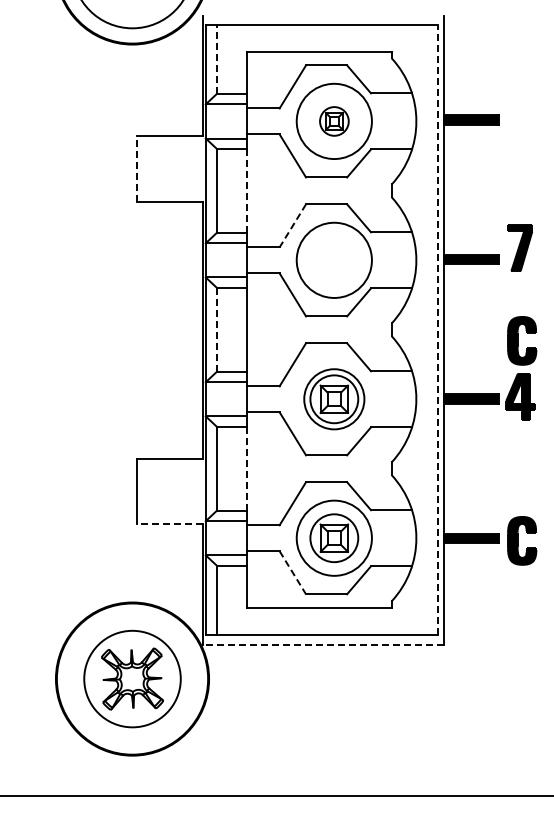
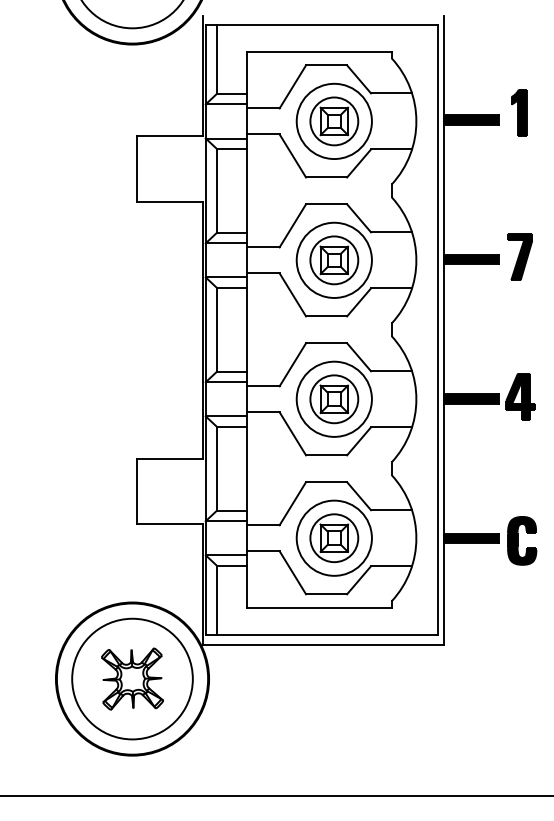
line at (216, 59): dashed -> solid
part at (519, 112): none -> present
part at (334, 121) size: 31x31 px -> 51x51 px
line at (137, 168): dashed -> solid
line at (246, 191): dashed -> solid
line at (292, 226): dashed -> solid
part at (519, 247) position: (519, 247) -> (519, 256)
part at (334, 260): none -> present
line at (216, 329): dashed -> solid
line at (438, 329): dashed -> solid
part at (522, 340): present -> none
circle at (334, 399) diameter: 60 px -> 75 px
line at (246, 469): dashed -> solid
line at (170, 524): dashed -> solid
line at (293, 573): dashed -> solid
line at (322, 644): dashed -> solid
circle at (132, 678) diameter: 97 px -> 121 px
